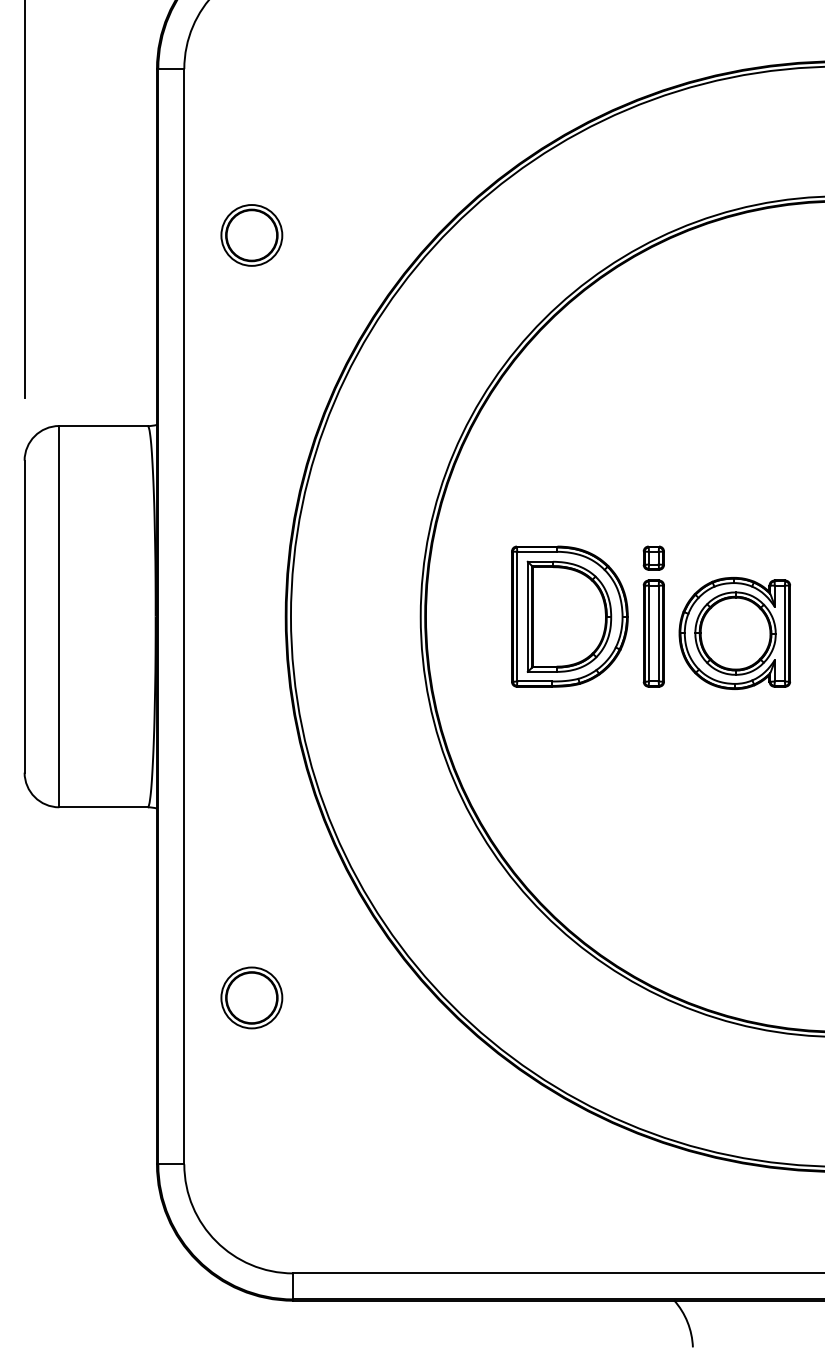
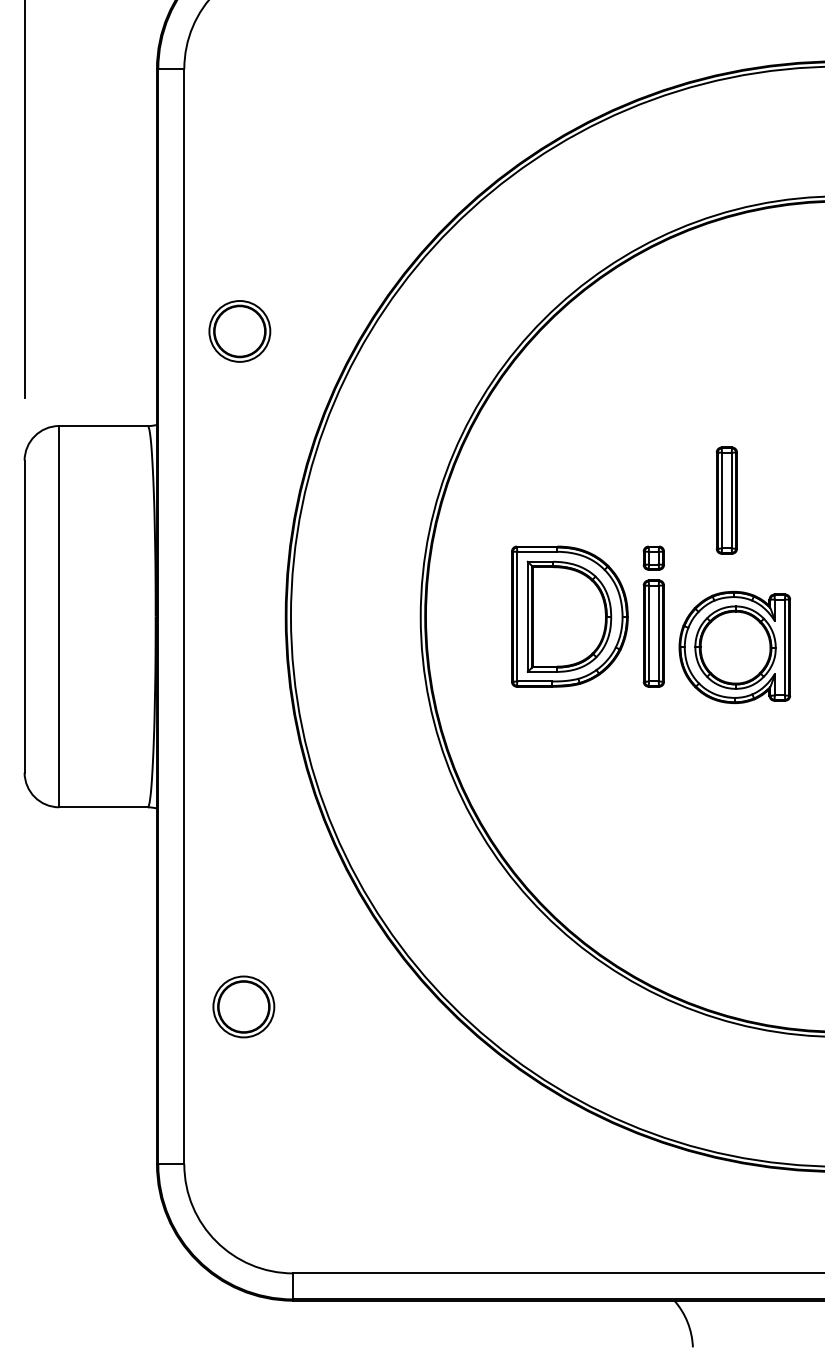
part at (251, 235) position: (251, 235) -> (239, 331)
part at (726, 500): none -> present
part at (734, 633) position: (734, 633) -> (734, 647)
part at (251, 997) position: (251, 997) -> (243, 1006)
